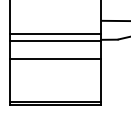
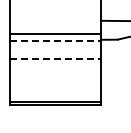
line at (55, 40): solid -> dashed
line at (55, 58): solid -> dashed
